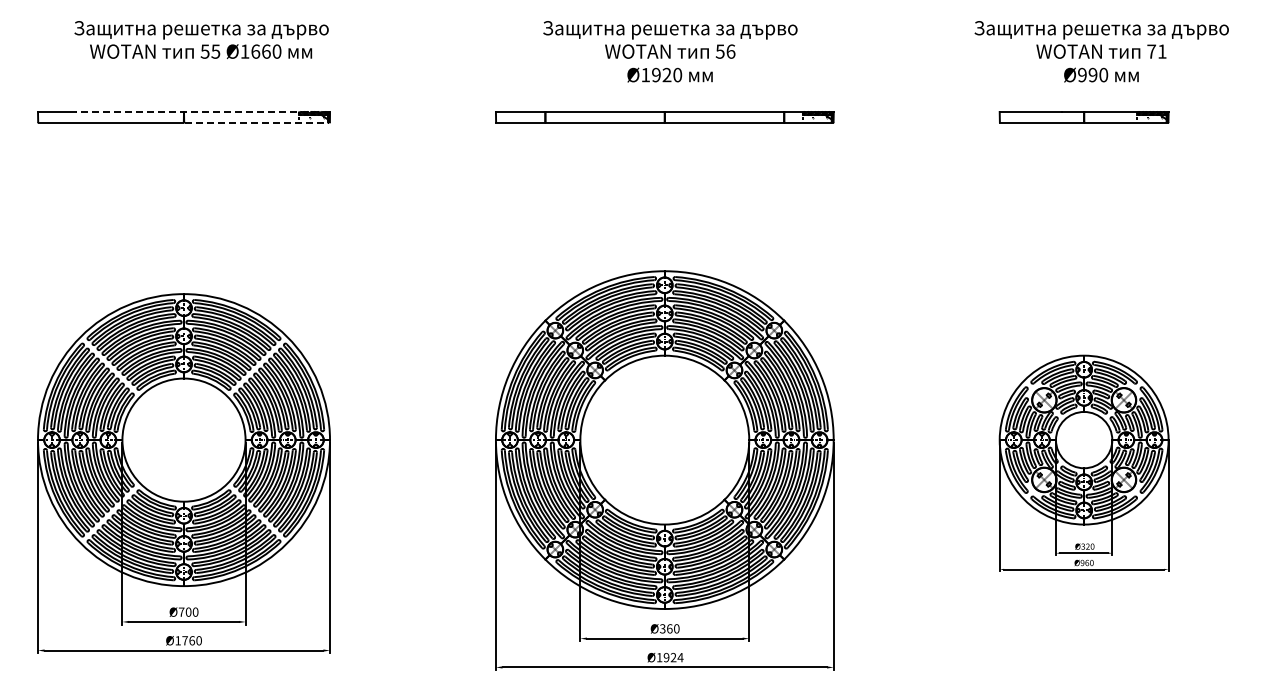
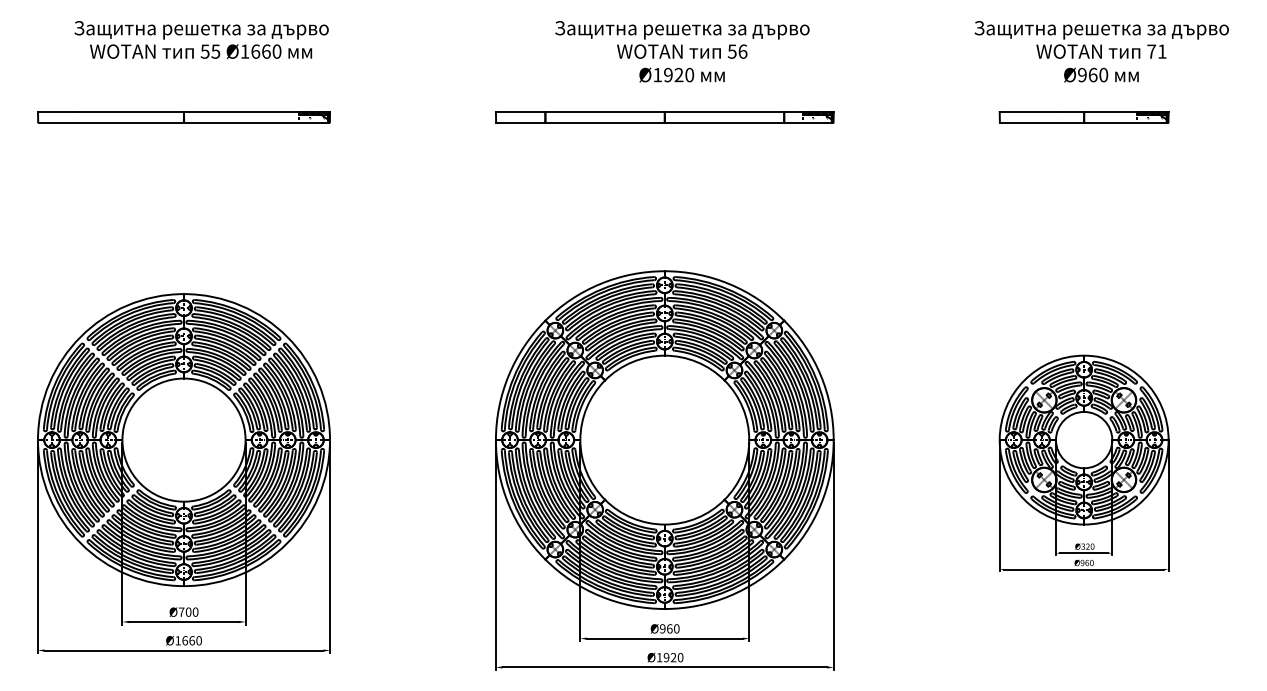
text at (670, 51) position: (670, 51) -> (682, 51)
text at (1092, 74): Ø990 -> Ø960
line at (202, 111): dashed -> solid
line at (257, 122): dashed -> solid
text at (662, 628): Ø360 -> Ø960
text at (185, 640): Ø1760 -> Ø1660
text at (680, 657): Ø1924 -> Ø1920
